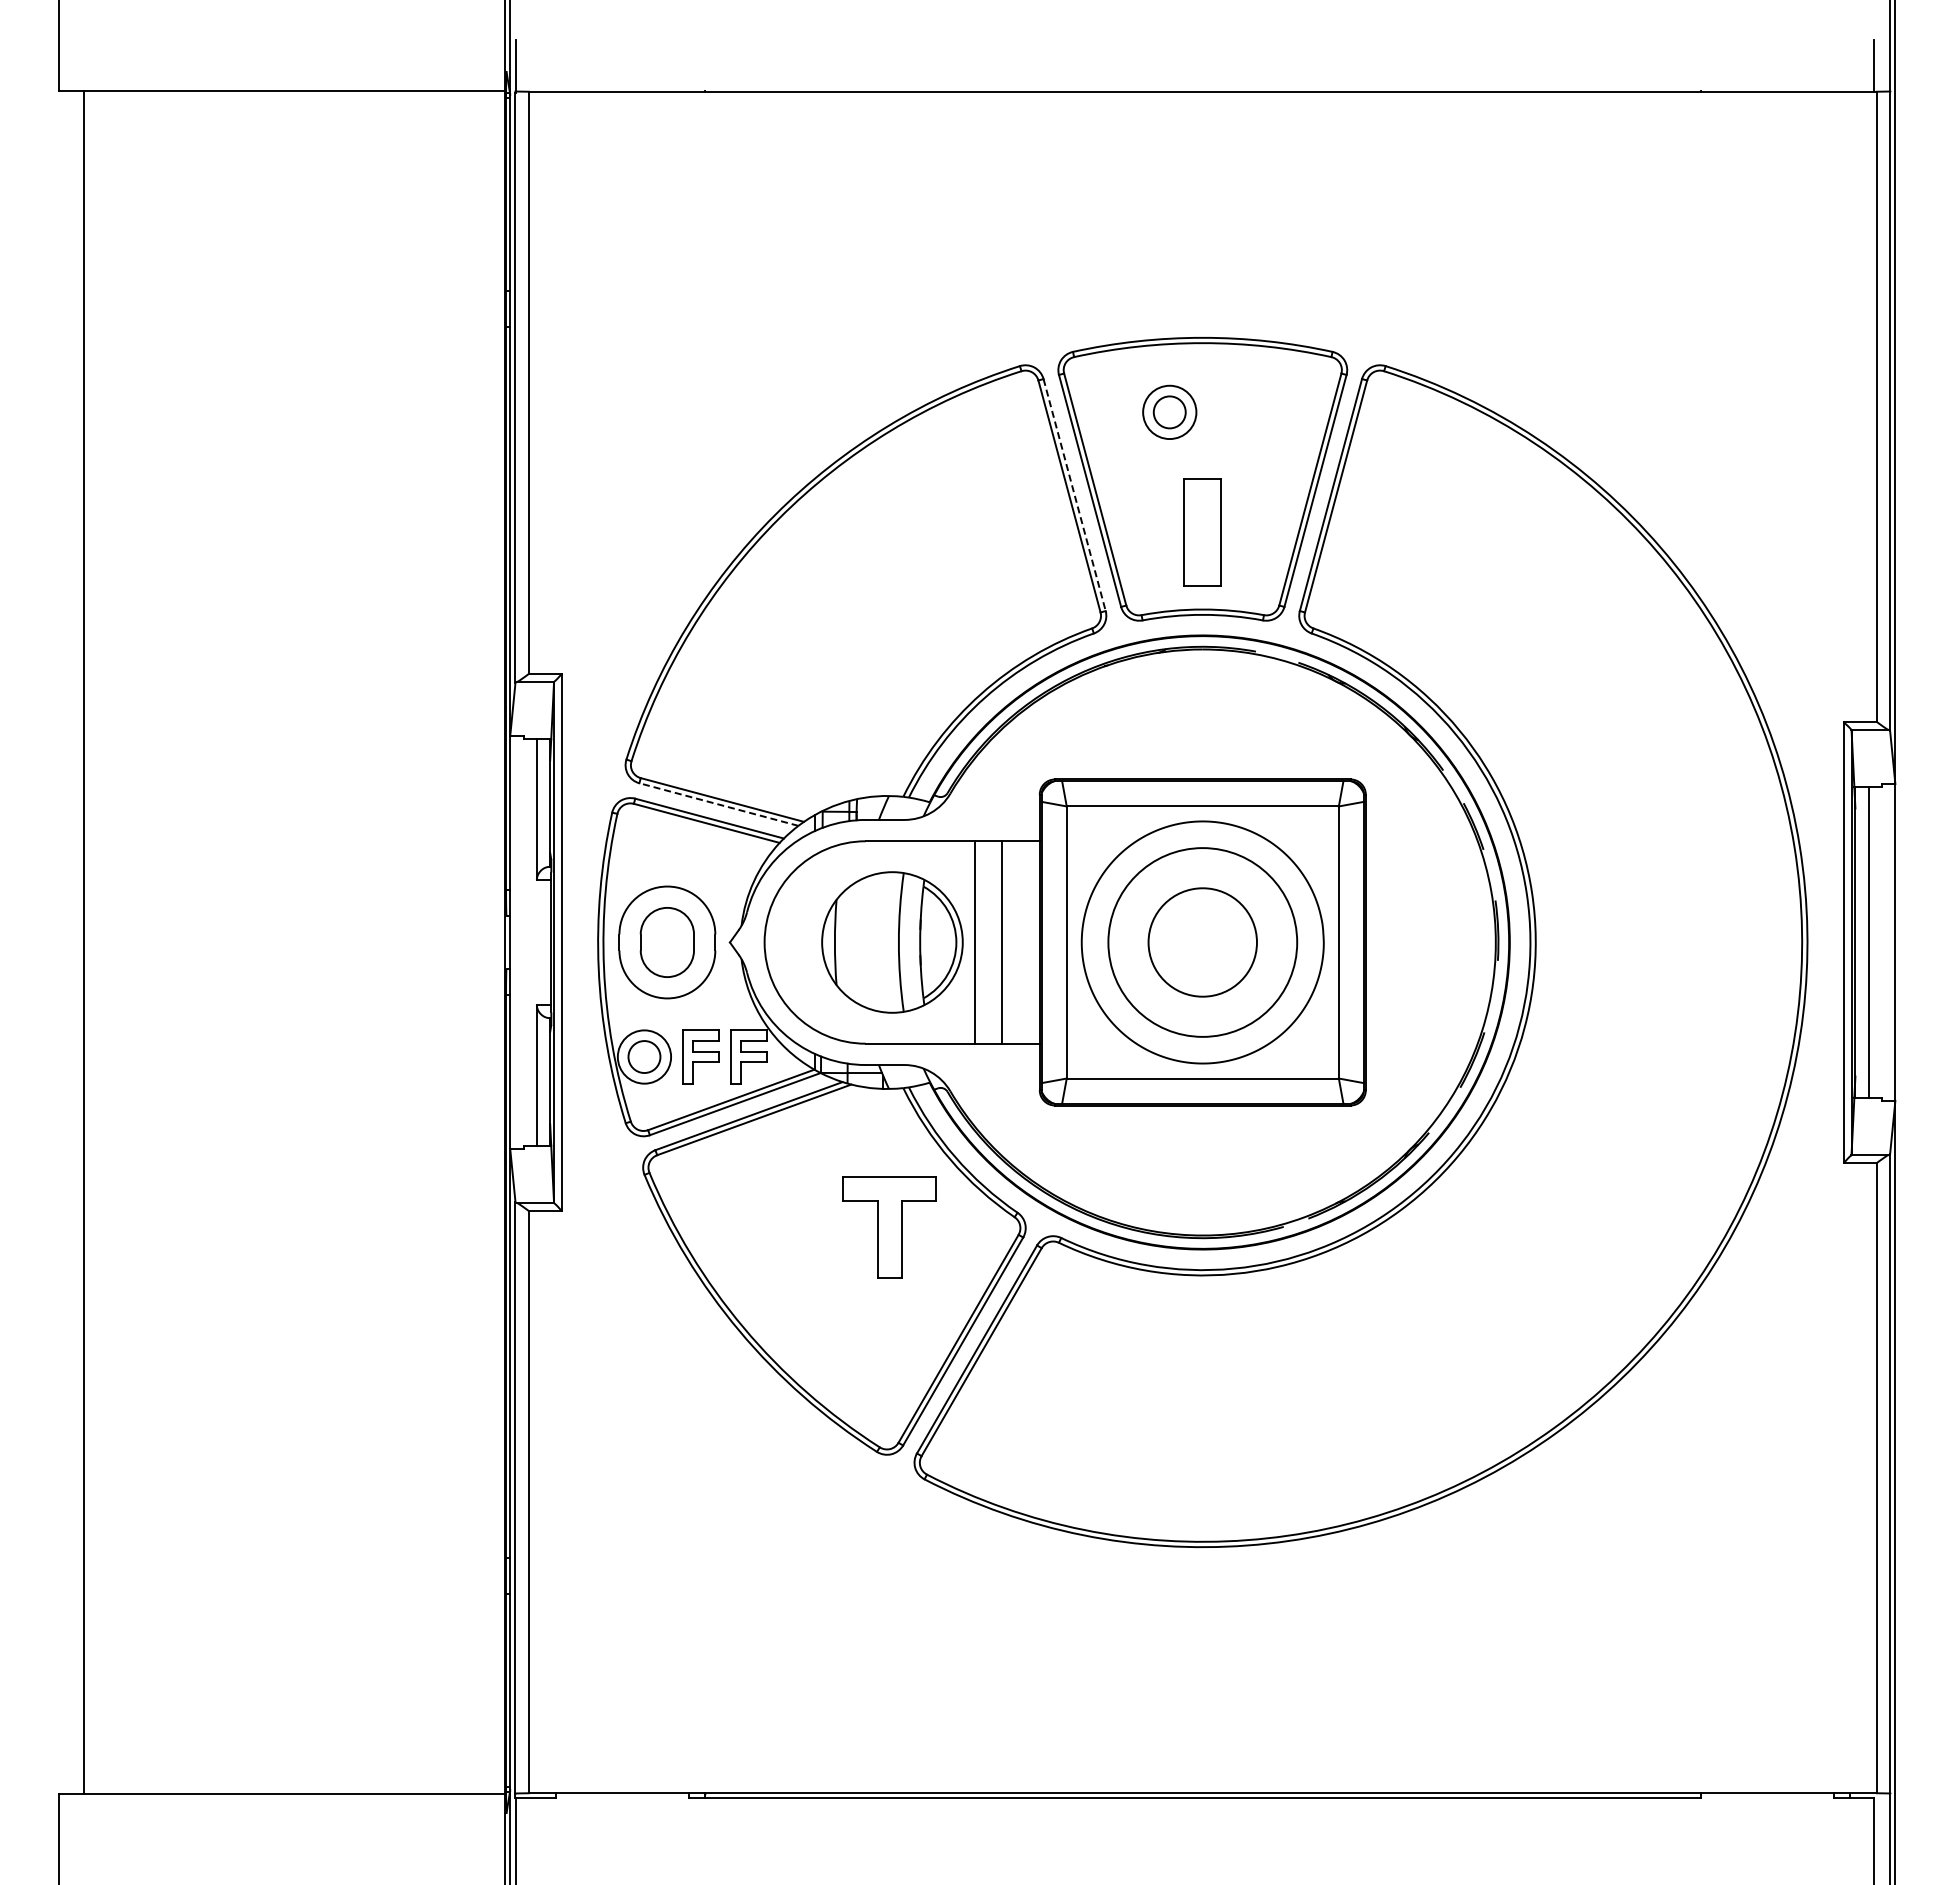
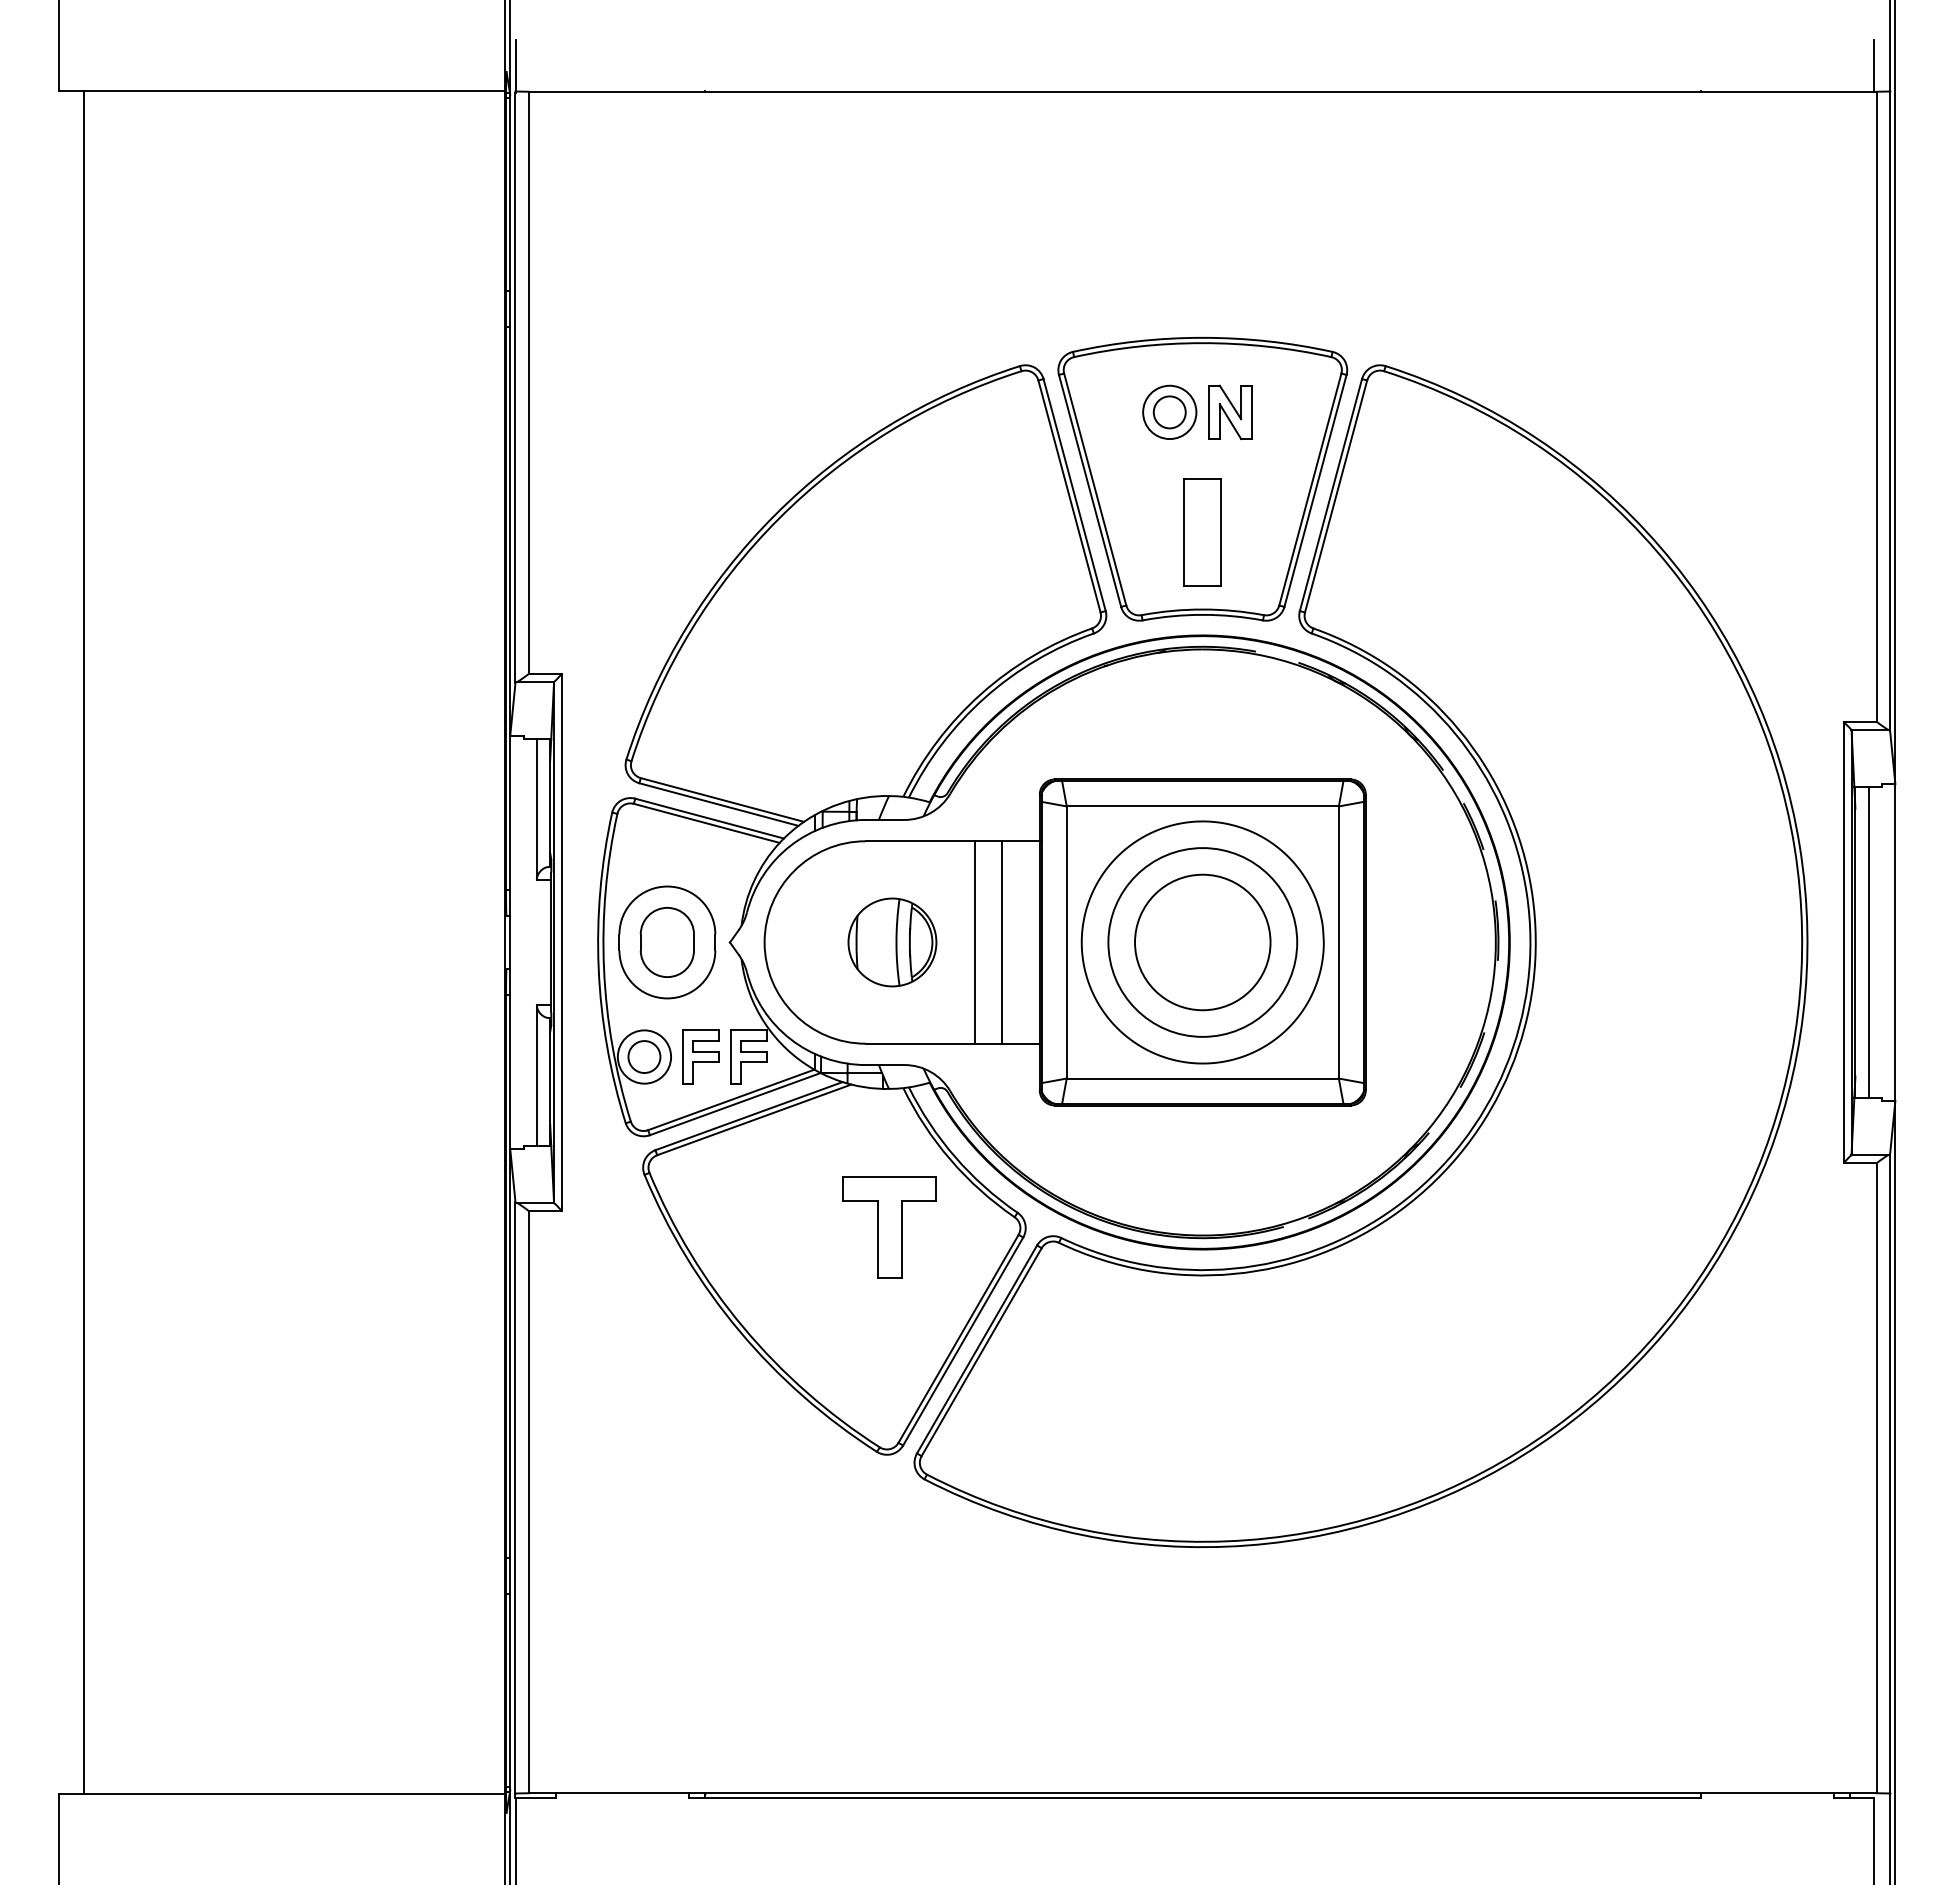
part at (1230, 411): none -> present
line at (1074, 495): dashed -> solid
line at (718, 804): dashed -> solid
part at (892, 942) size: 143x143 px -> 91x91 px
circle at (1202, 942) diameter: 108 px -> 136 px
